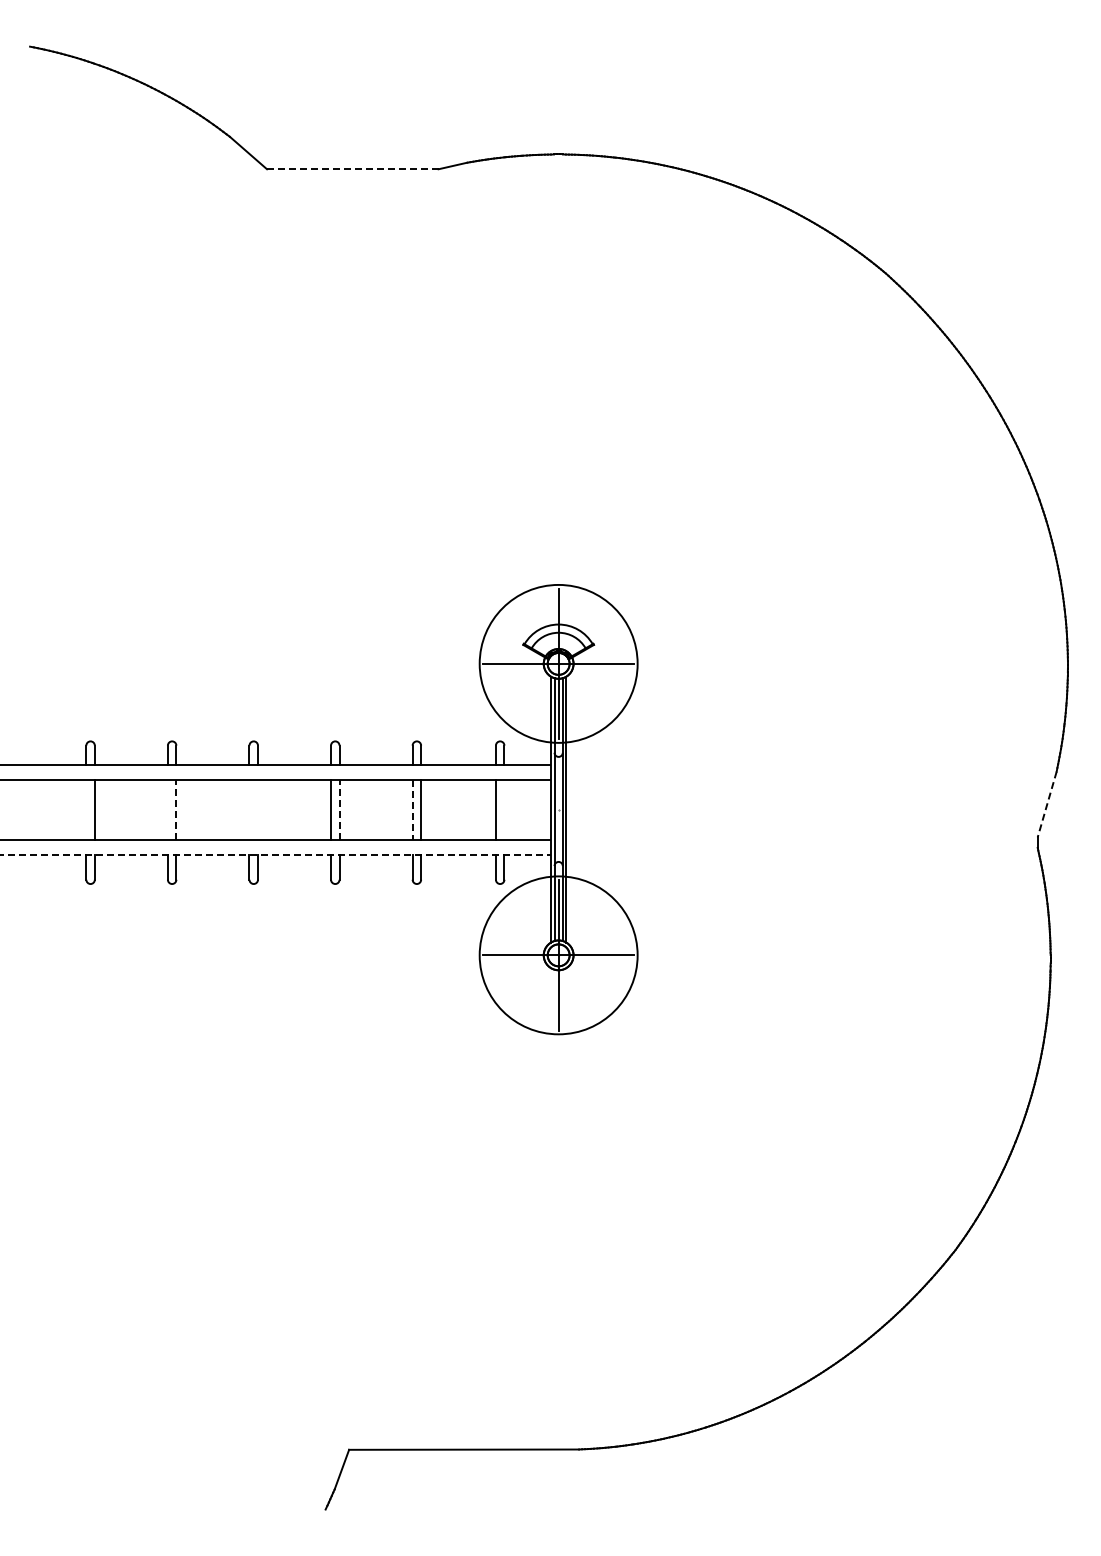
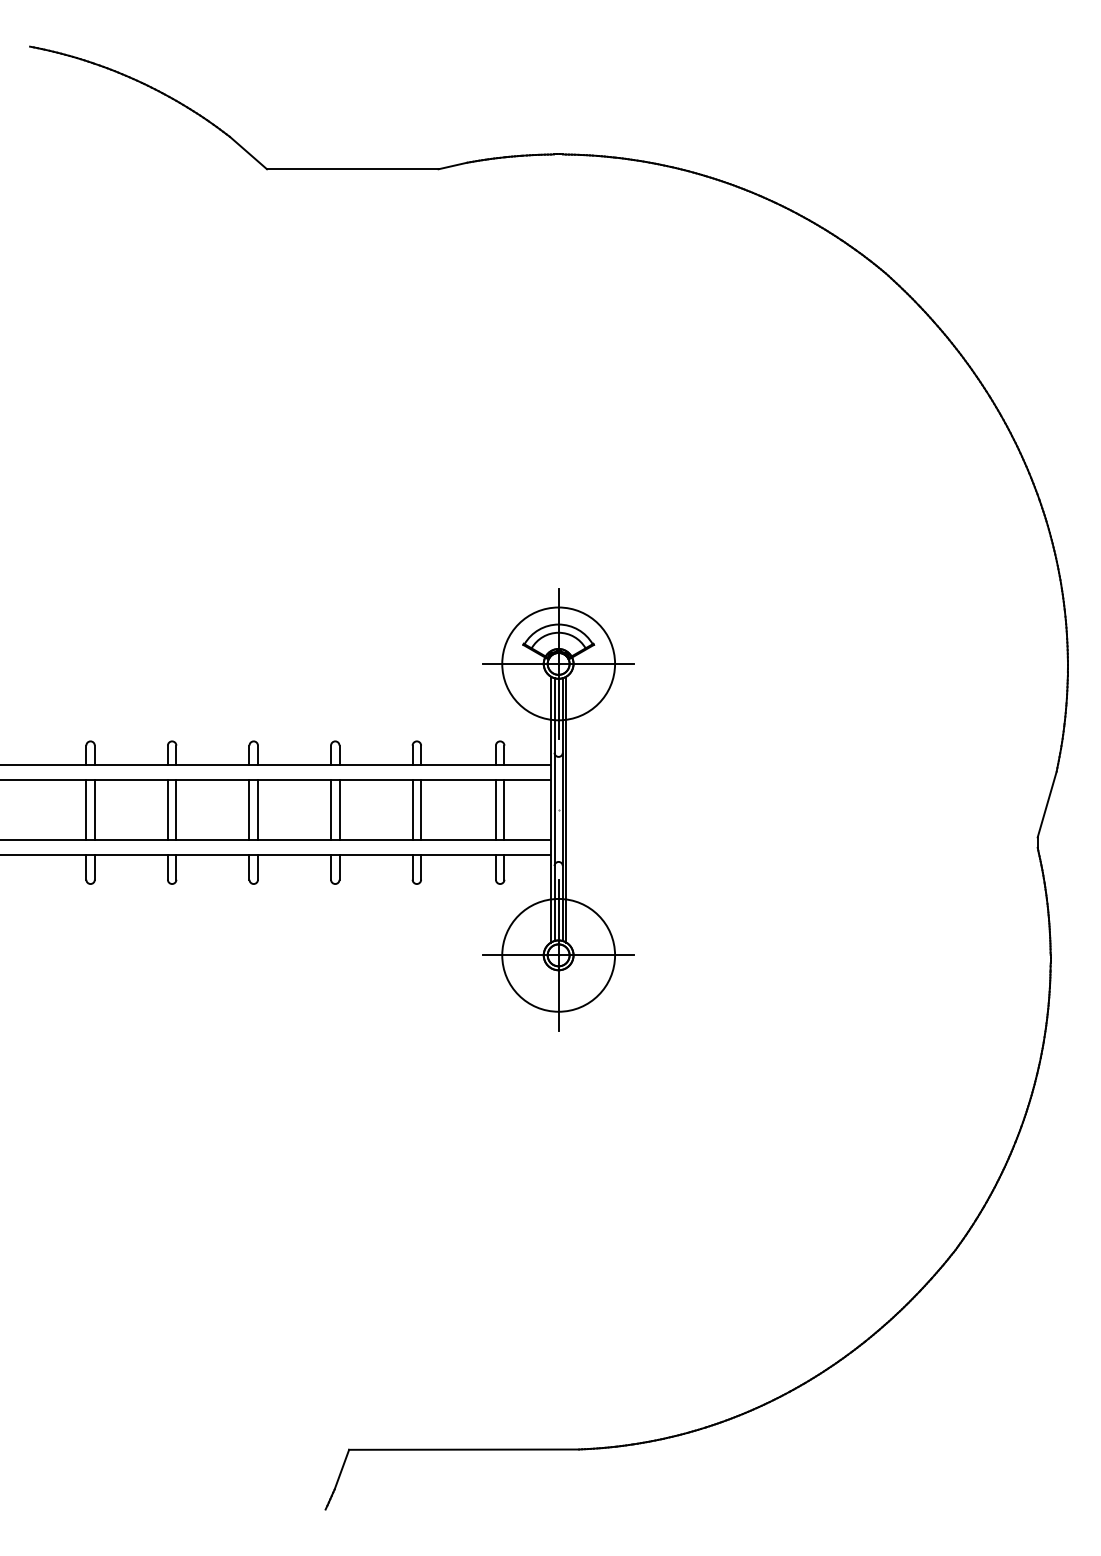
line at (352, 169): dashed -> solid
circle at (558, 663) diameter: 158 px -> 113 px
line at (1047, 804): dashed -> solid
line at (86, 810): none -> present
line at (167, 810): none -> present
line at (176, 810): dashed -> solid
line at (249, 810): none -> present
line at (258, 810): none -> present
line at (339, 810): dashed -> solid
line at (412, 810): dashed -> solid
line at (504, 810): none -> present
line at (276, 855): dashed -> solid
circle at (558, 955) diameter: 158 px -> 113 px
